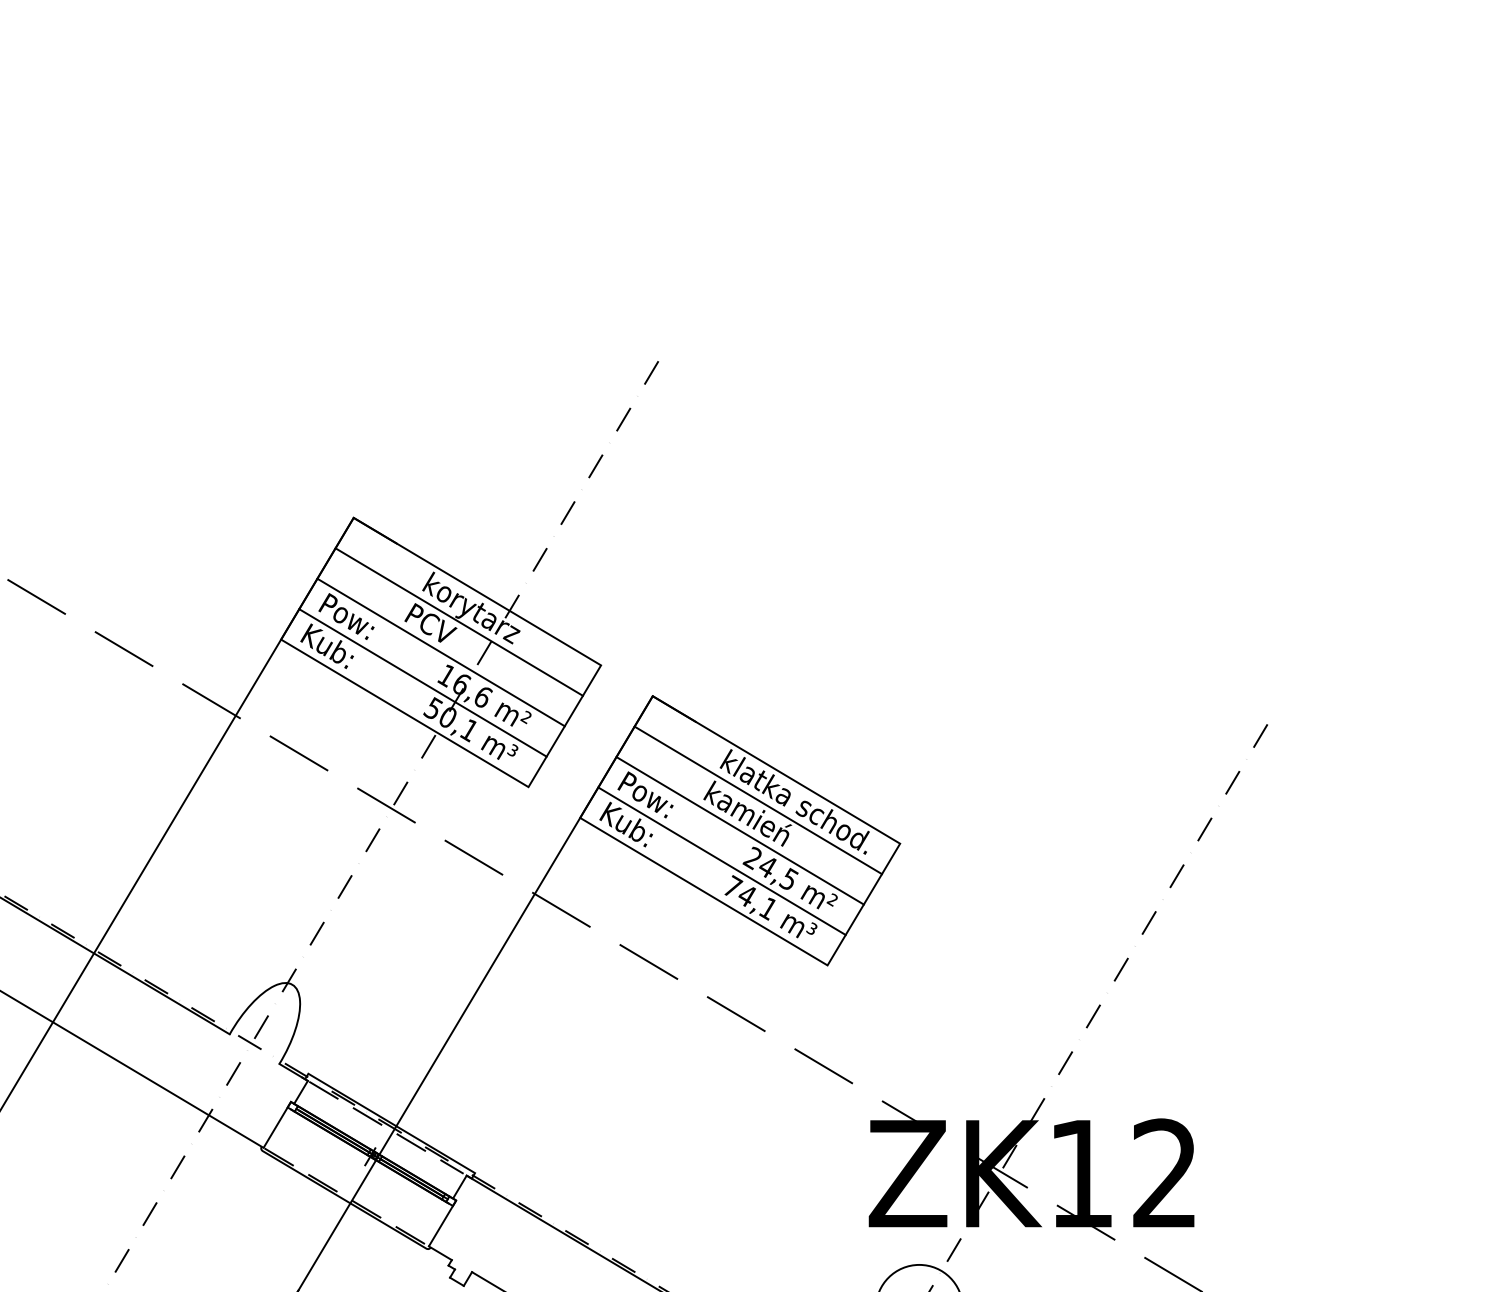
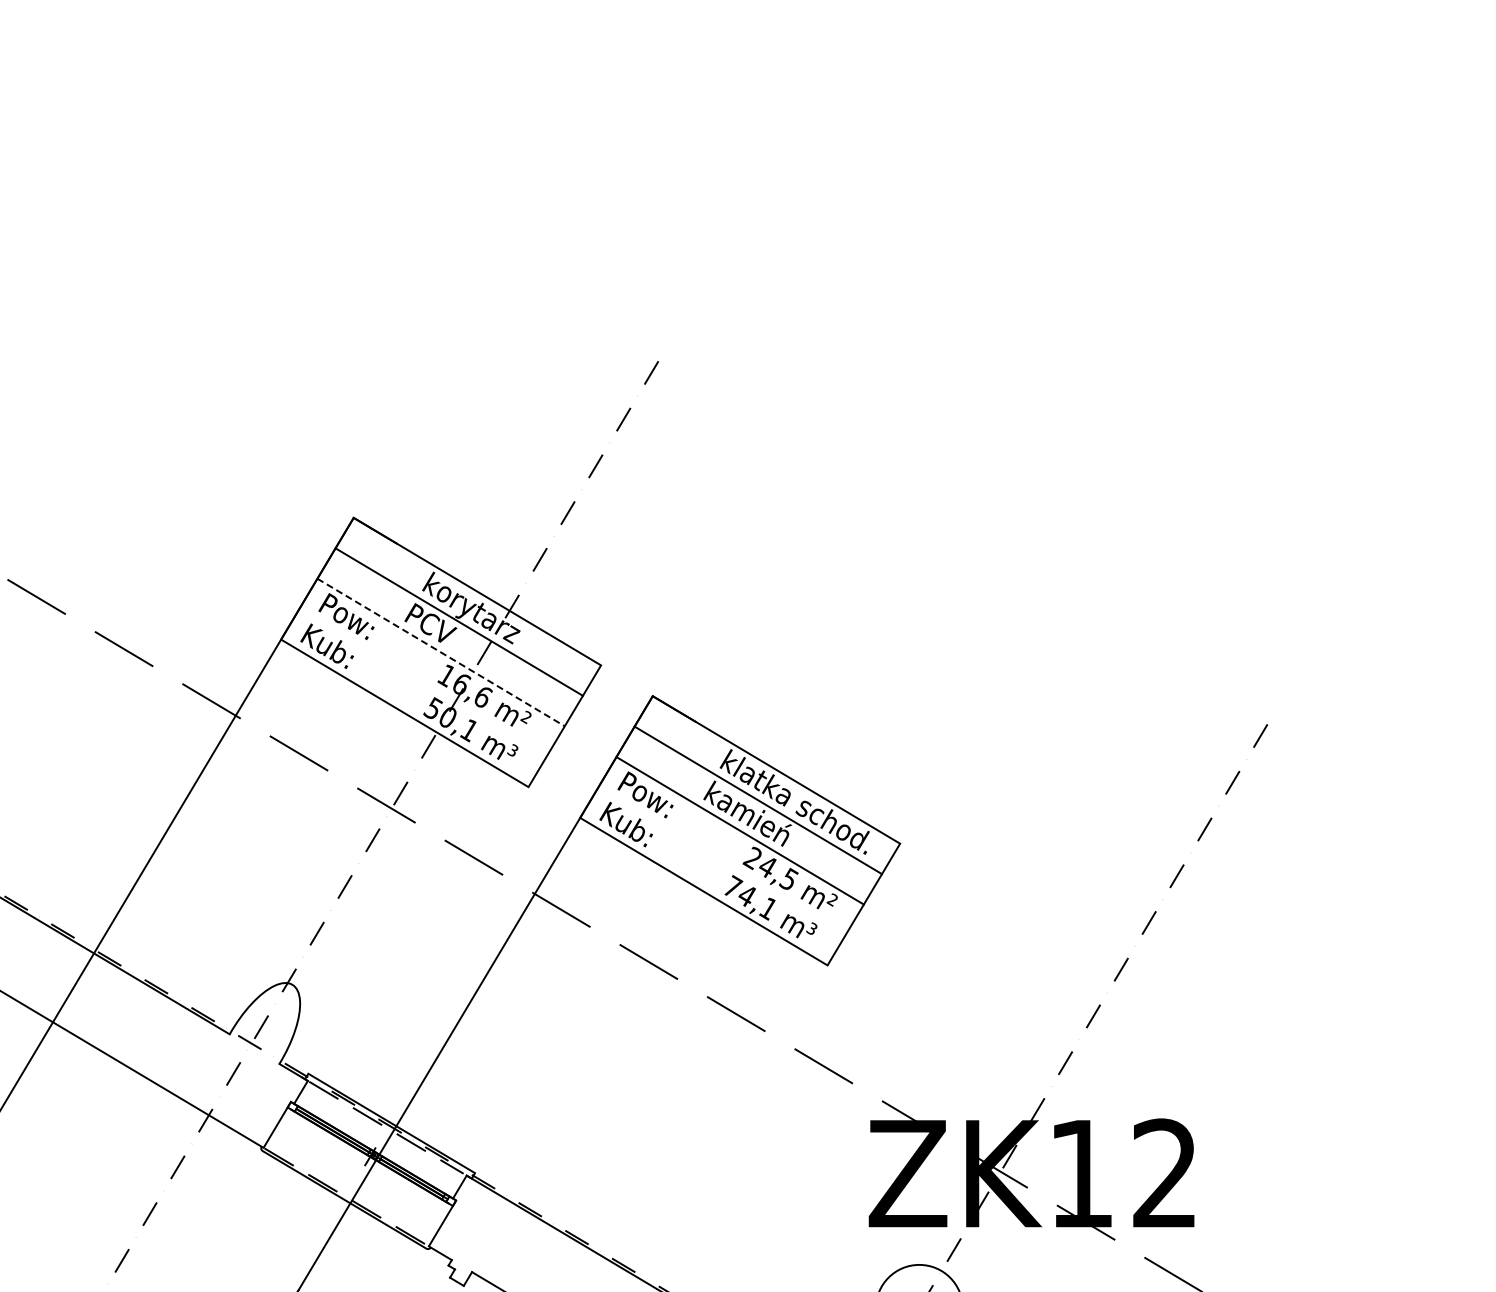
line at (441, 652): solid -> dashed
line at (422, 682): present -> none
line at (721, 860): present -> none
